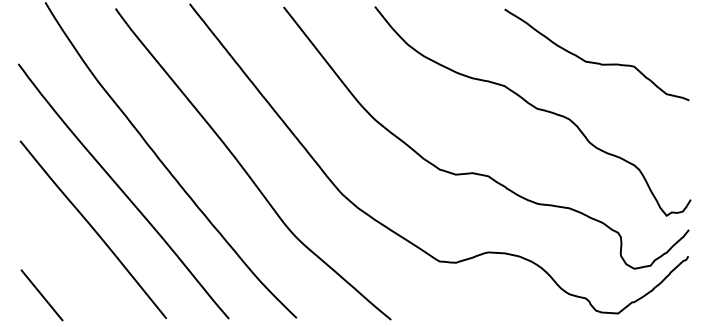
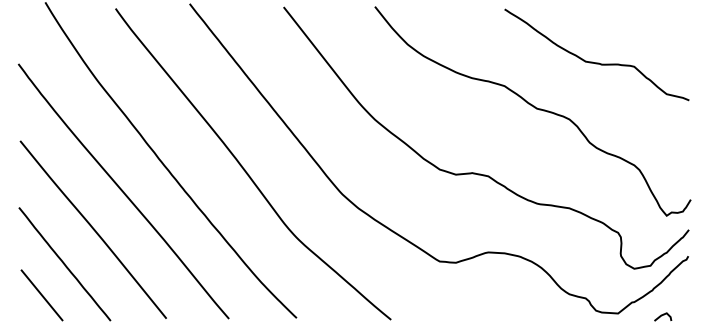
line at (64, 264): none -> present
line at (663, 315): none -> present
